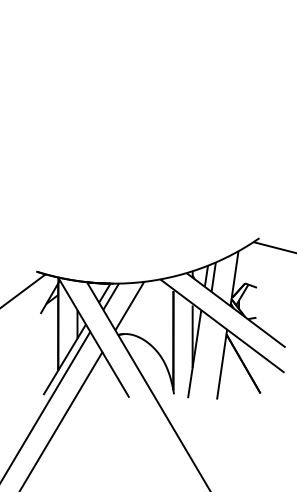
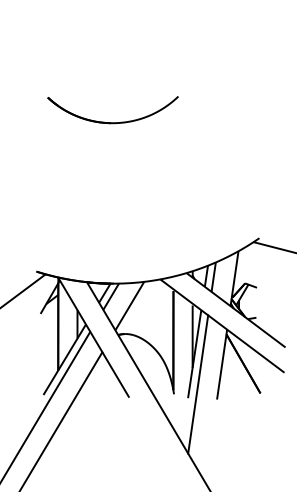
part at (112, 122): none -> present
line at (198, 384): none -> present
